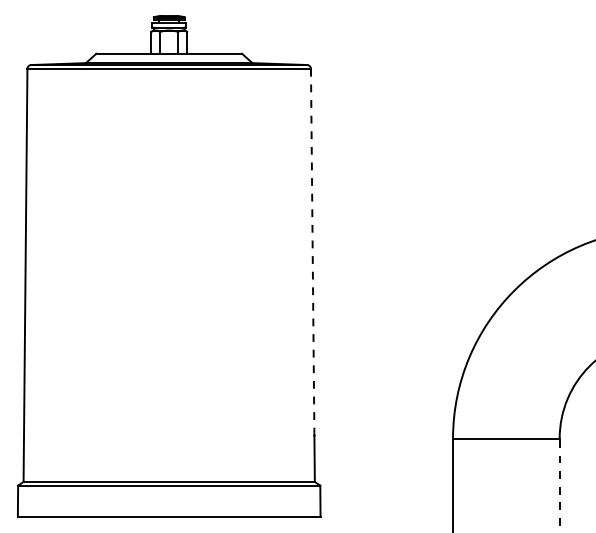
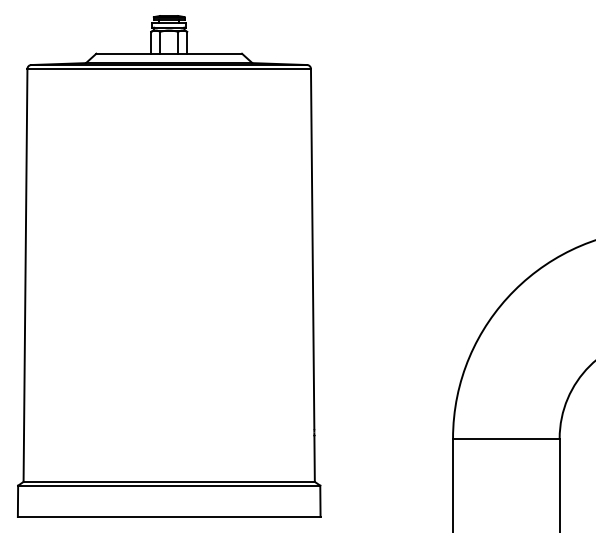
line at (312, 249): dashed -> solid
line at (559, 485): dashed -> solid
